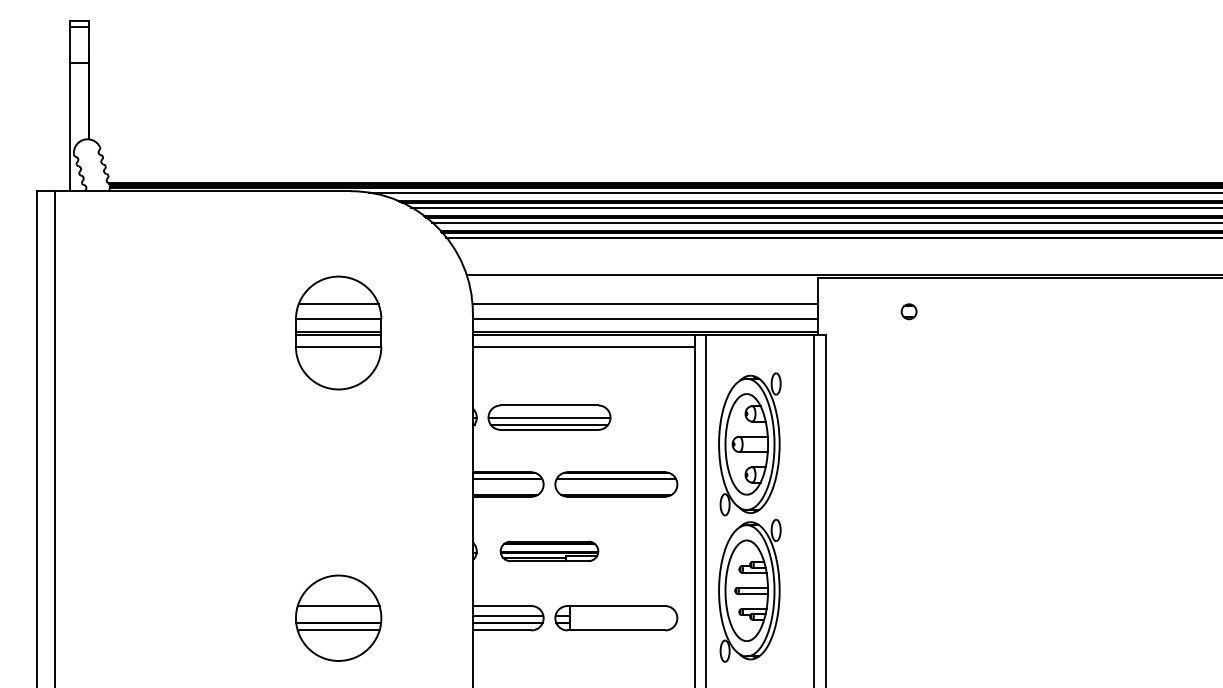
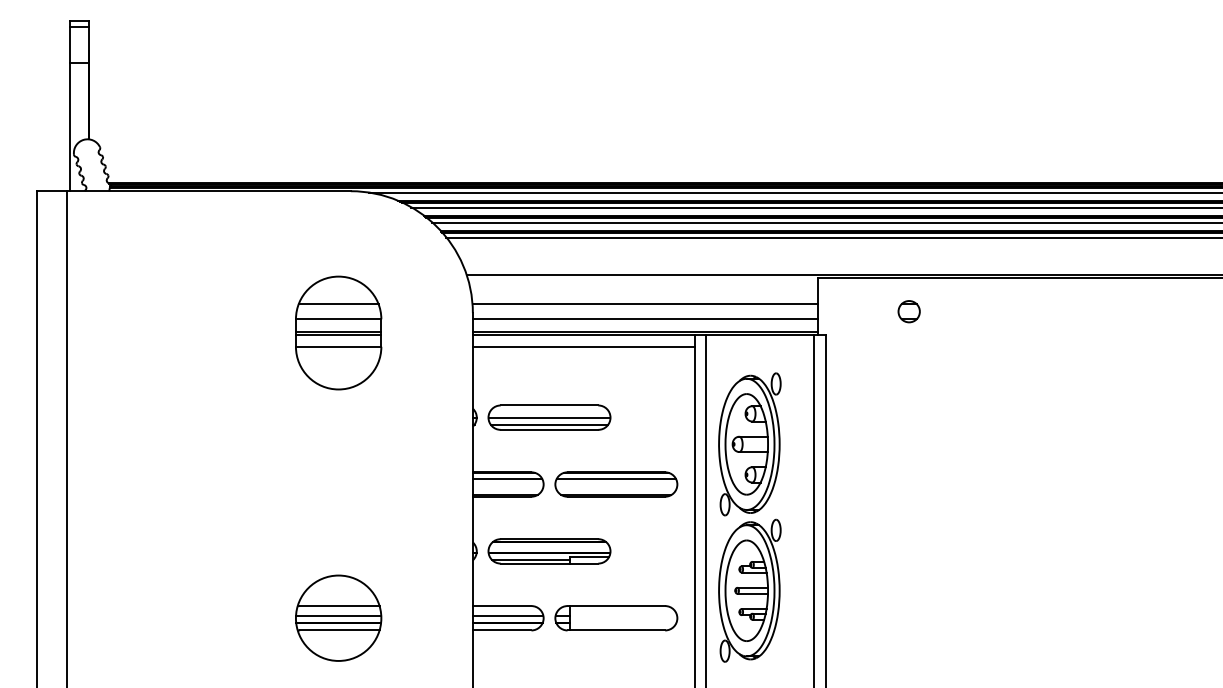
part at (908, 311) size: 18x18 px -> 24x24 px
line at (55, 437) position: (55, 437) -> (67, 437)
part at (549, 550) size: 101x22 px -> 125x27 px
line at (338, 615): none -> present
